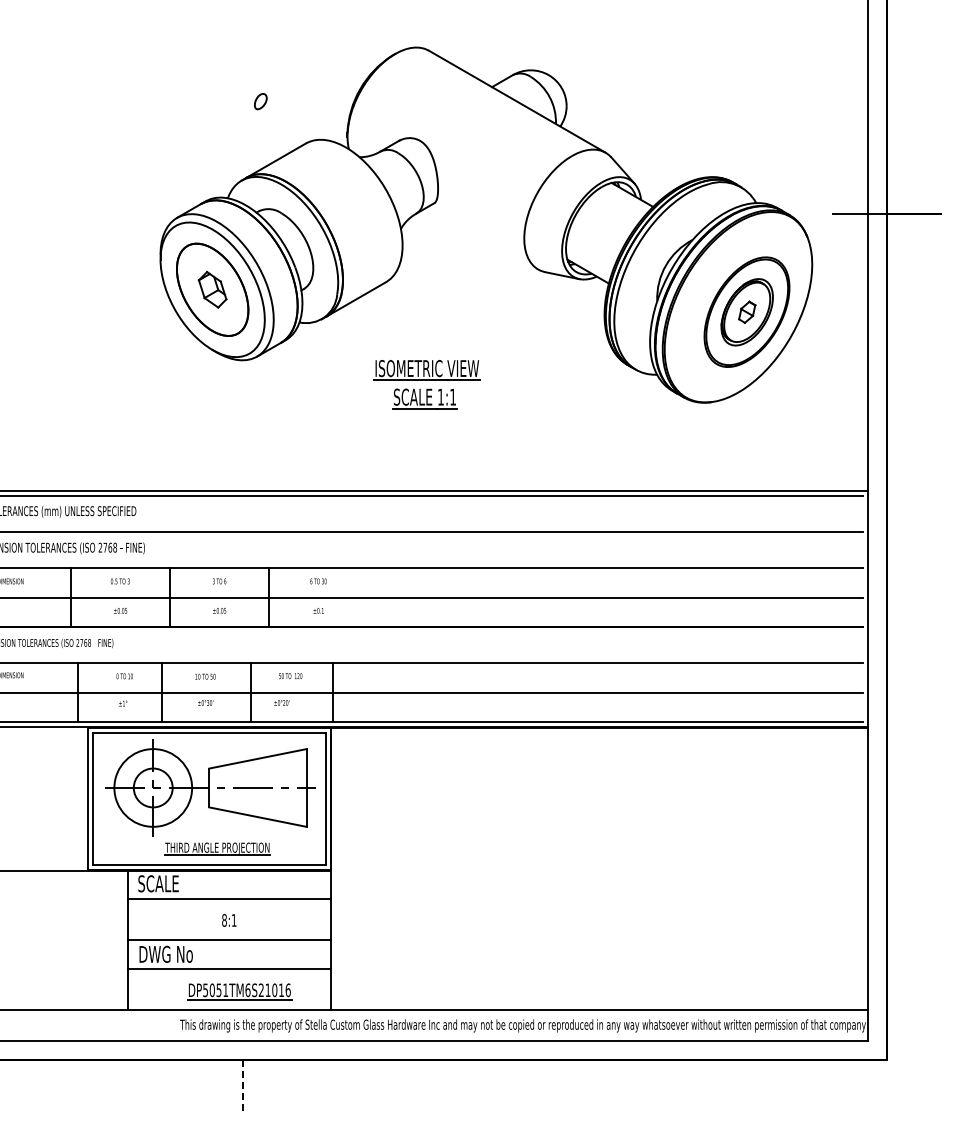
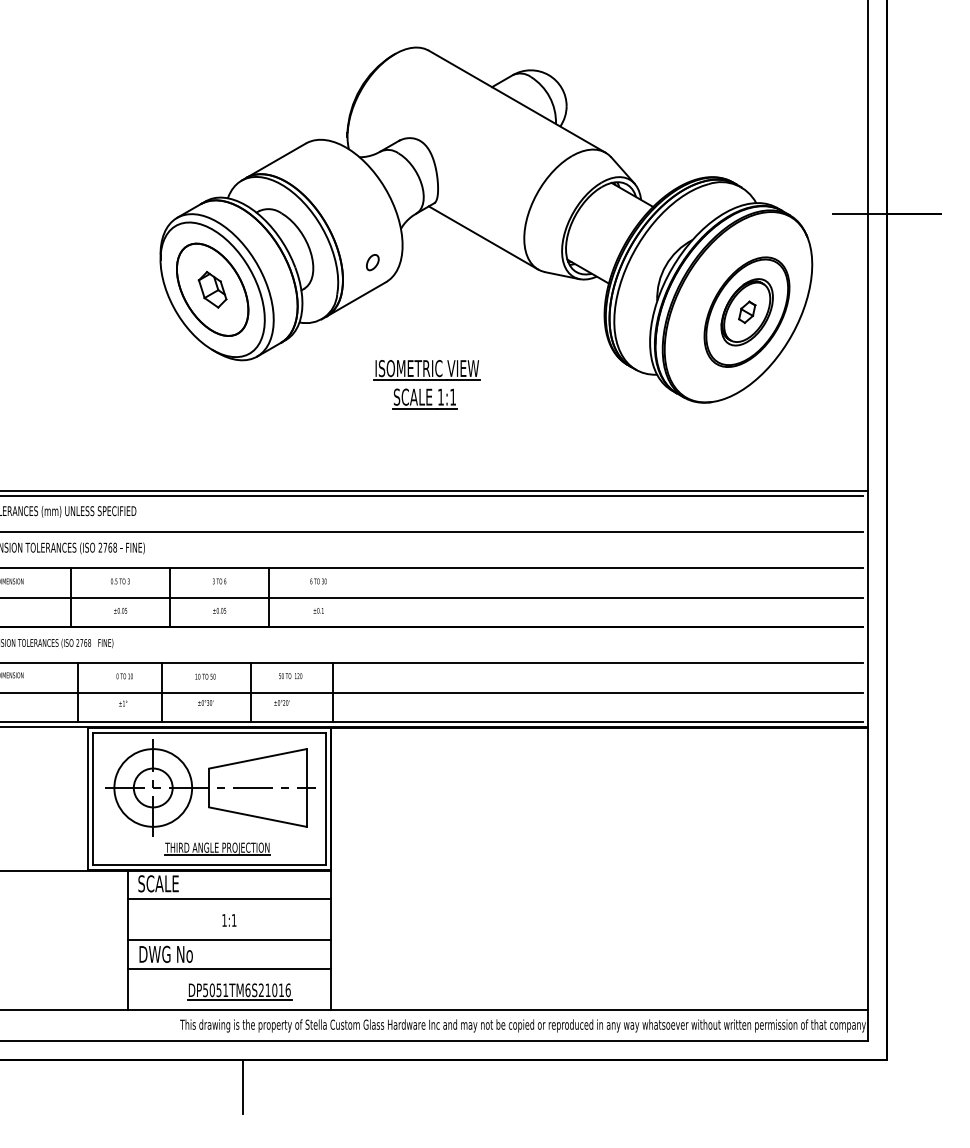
part at (260, 101) position: (260, 101) -> (372, 262)
line at (483, 237): none -> present
text at (224, 920): 8:1 -> 1:1
line at (242, 1086): dashed -> solid
